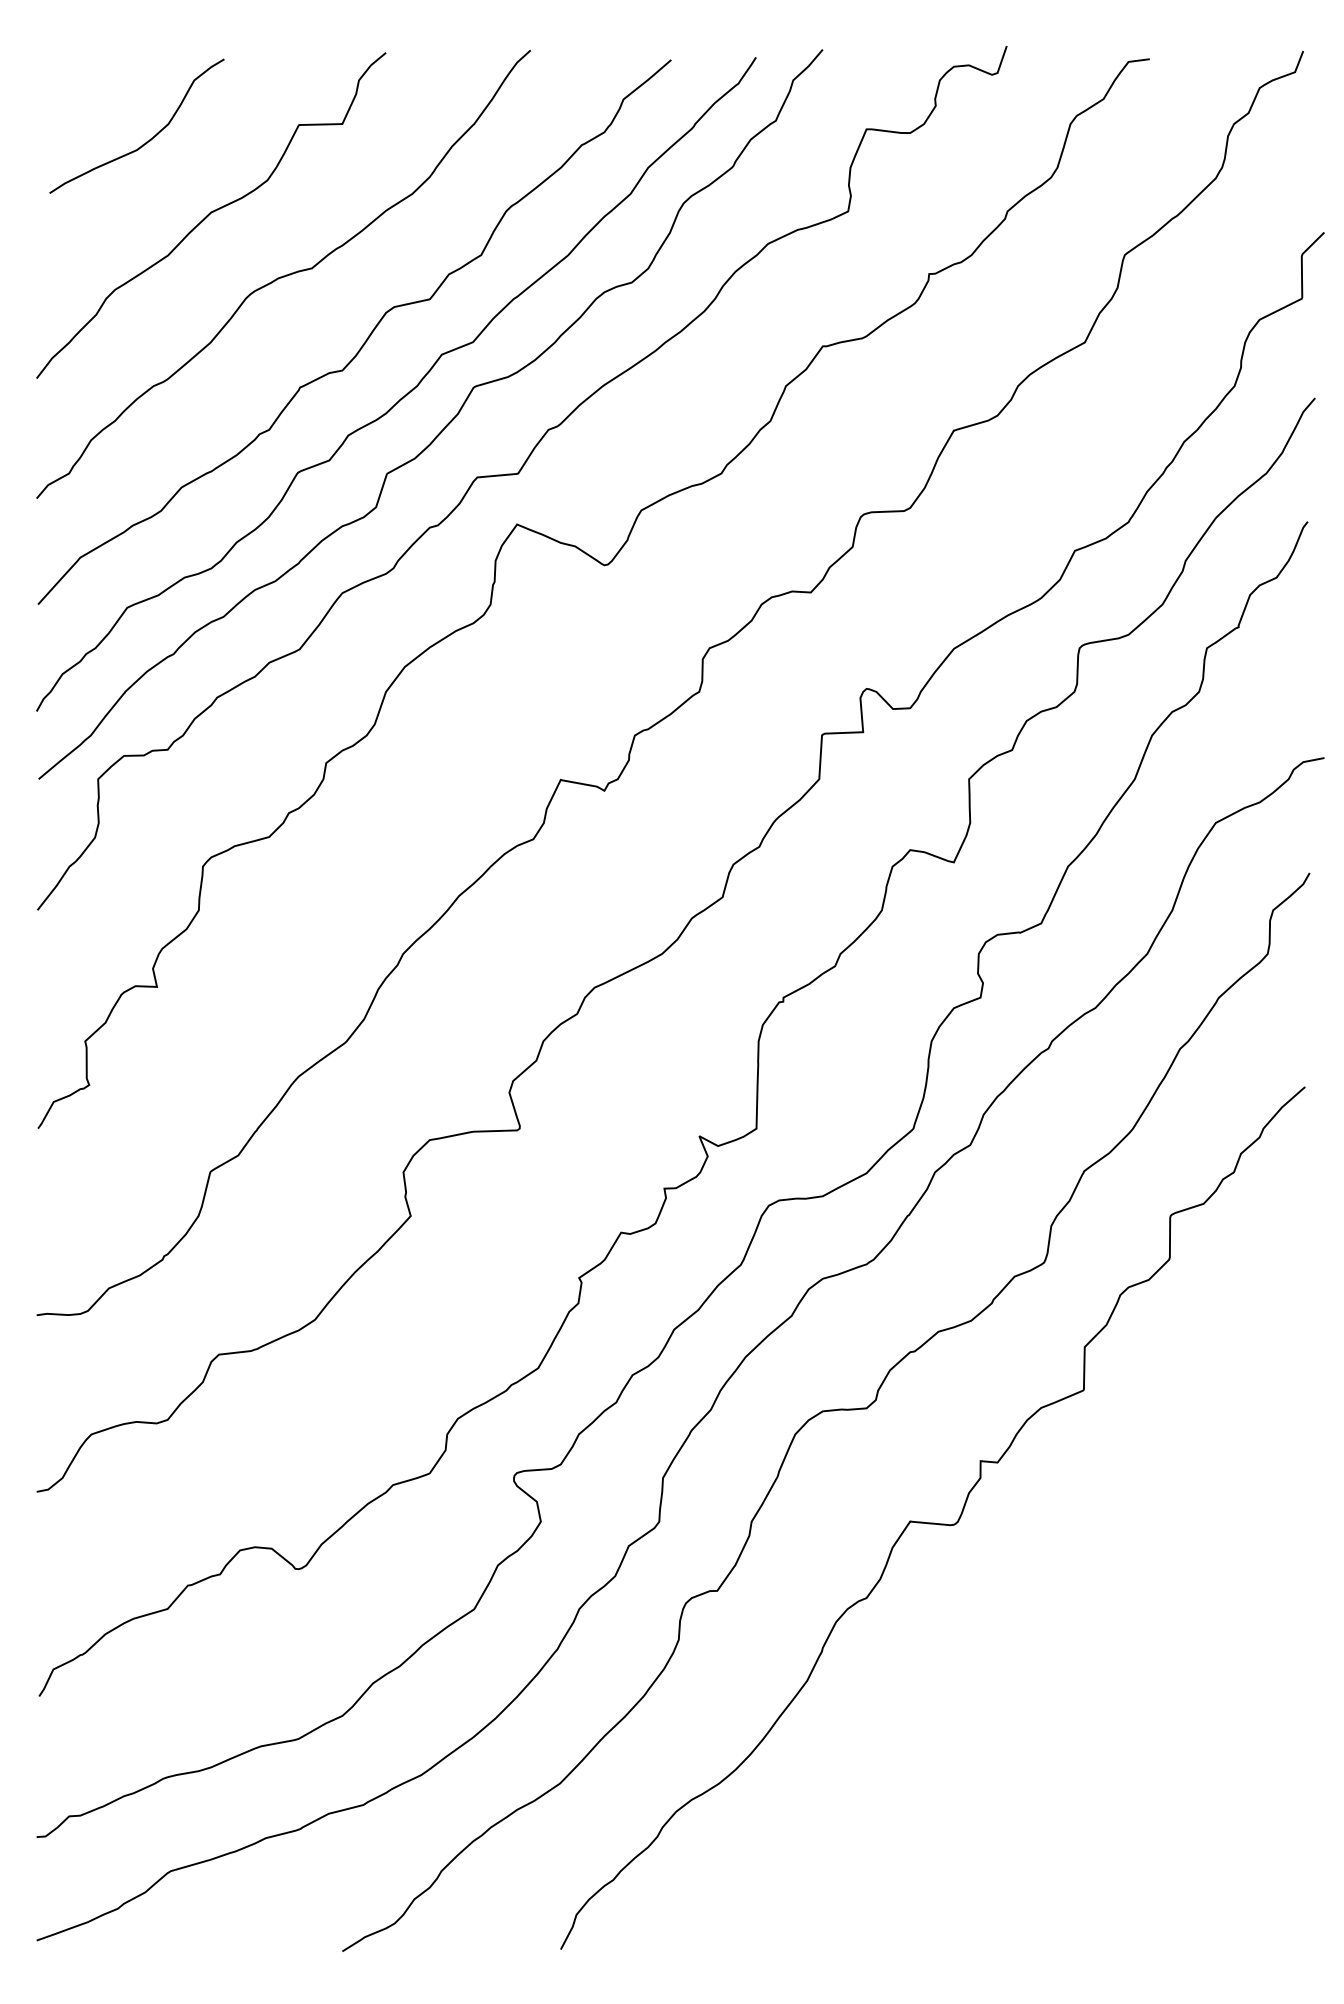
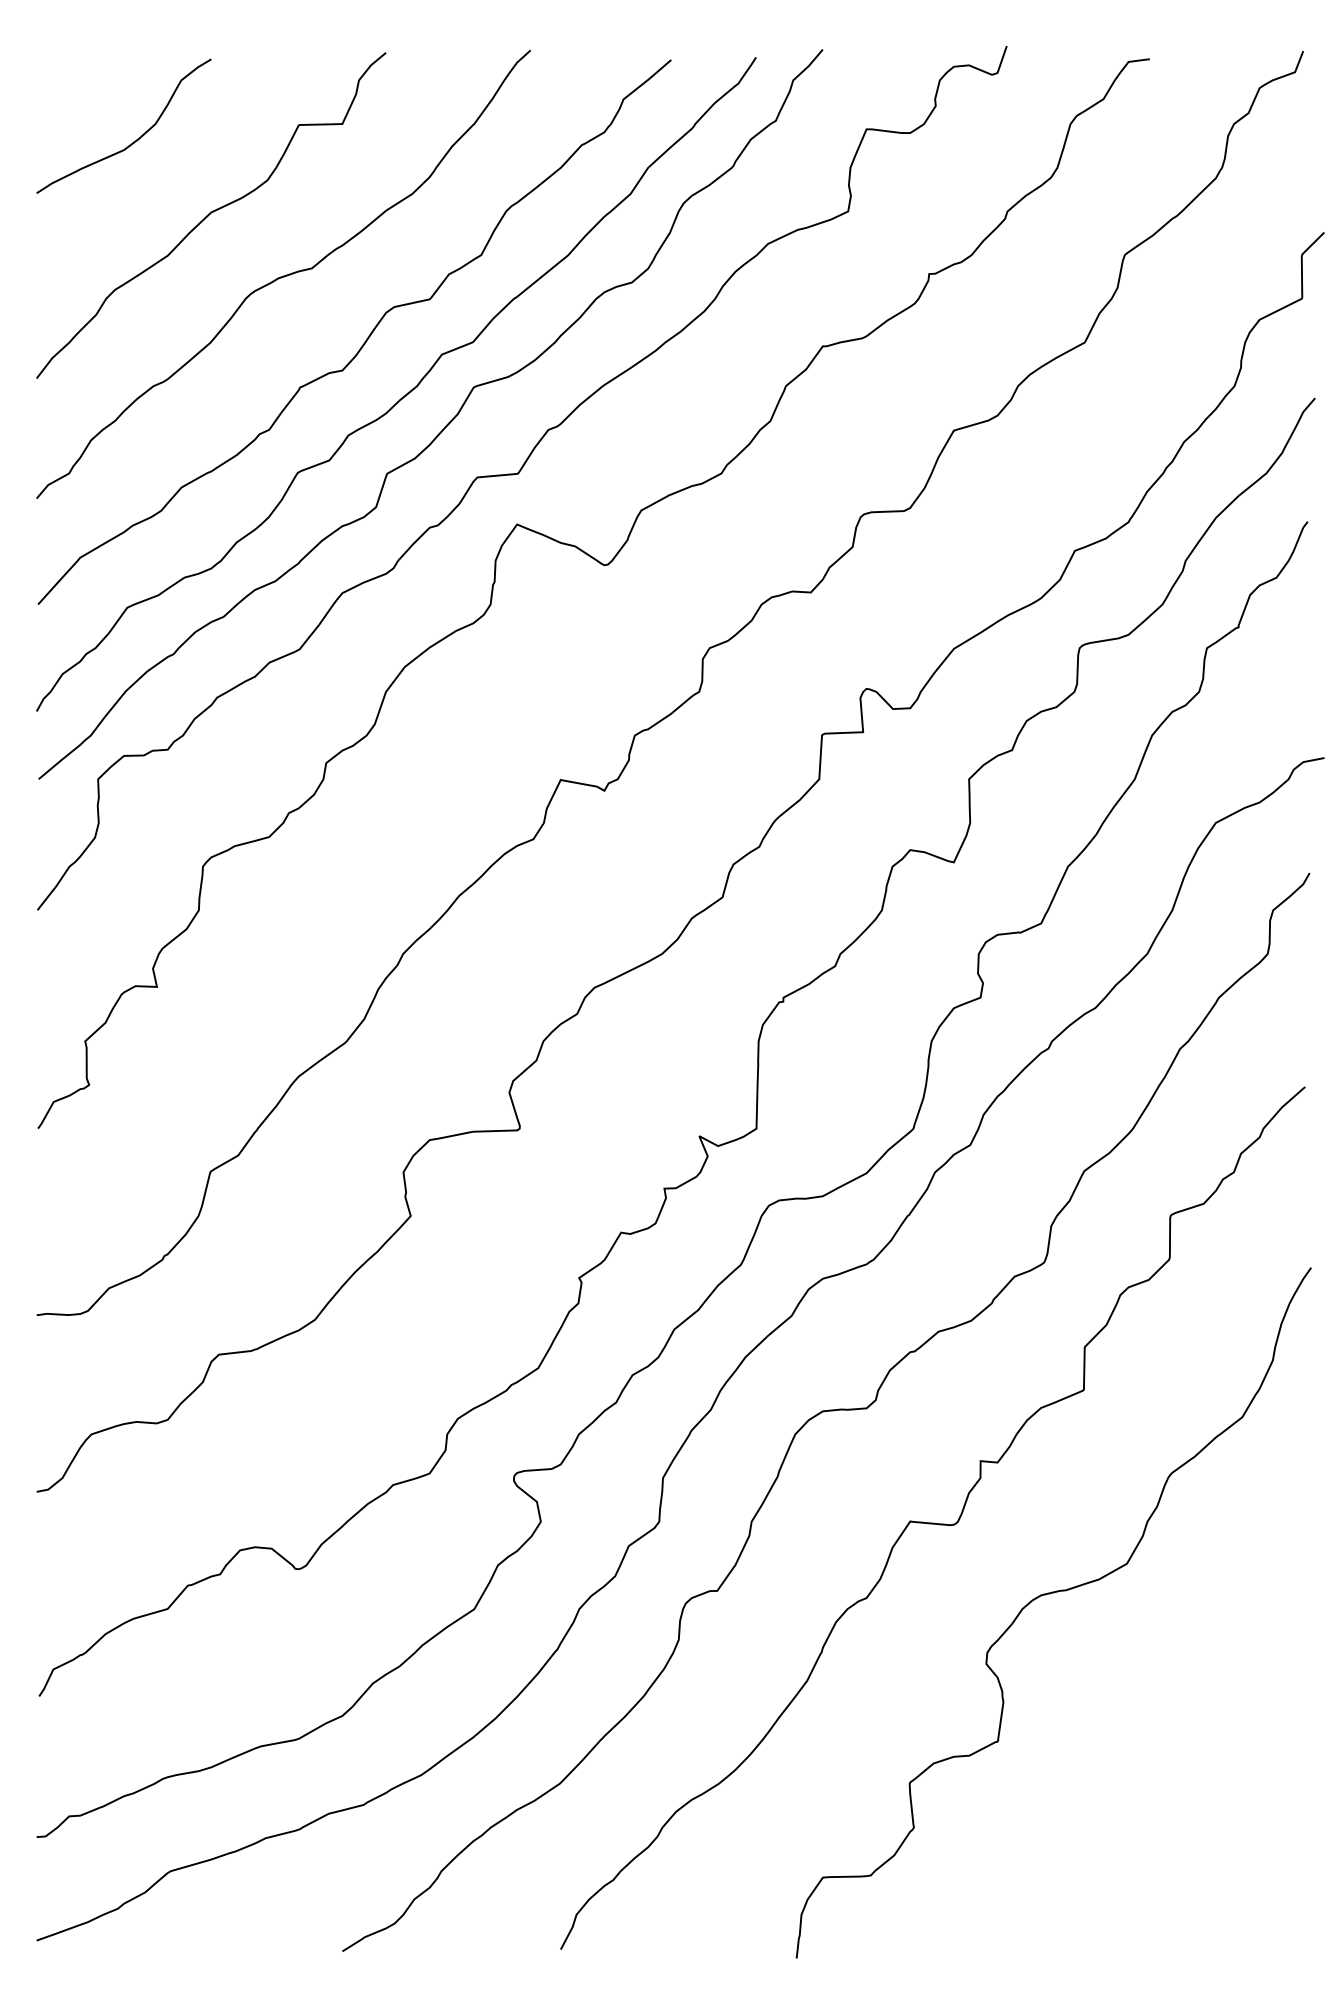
curve at (146, 141) position: (146, 141) -> (133, 141)
curve at (1049, 1594): none -> present
